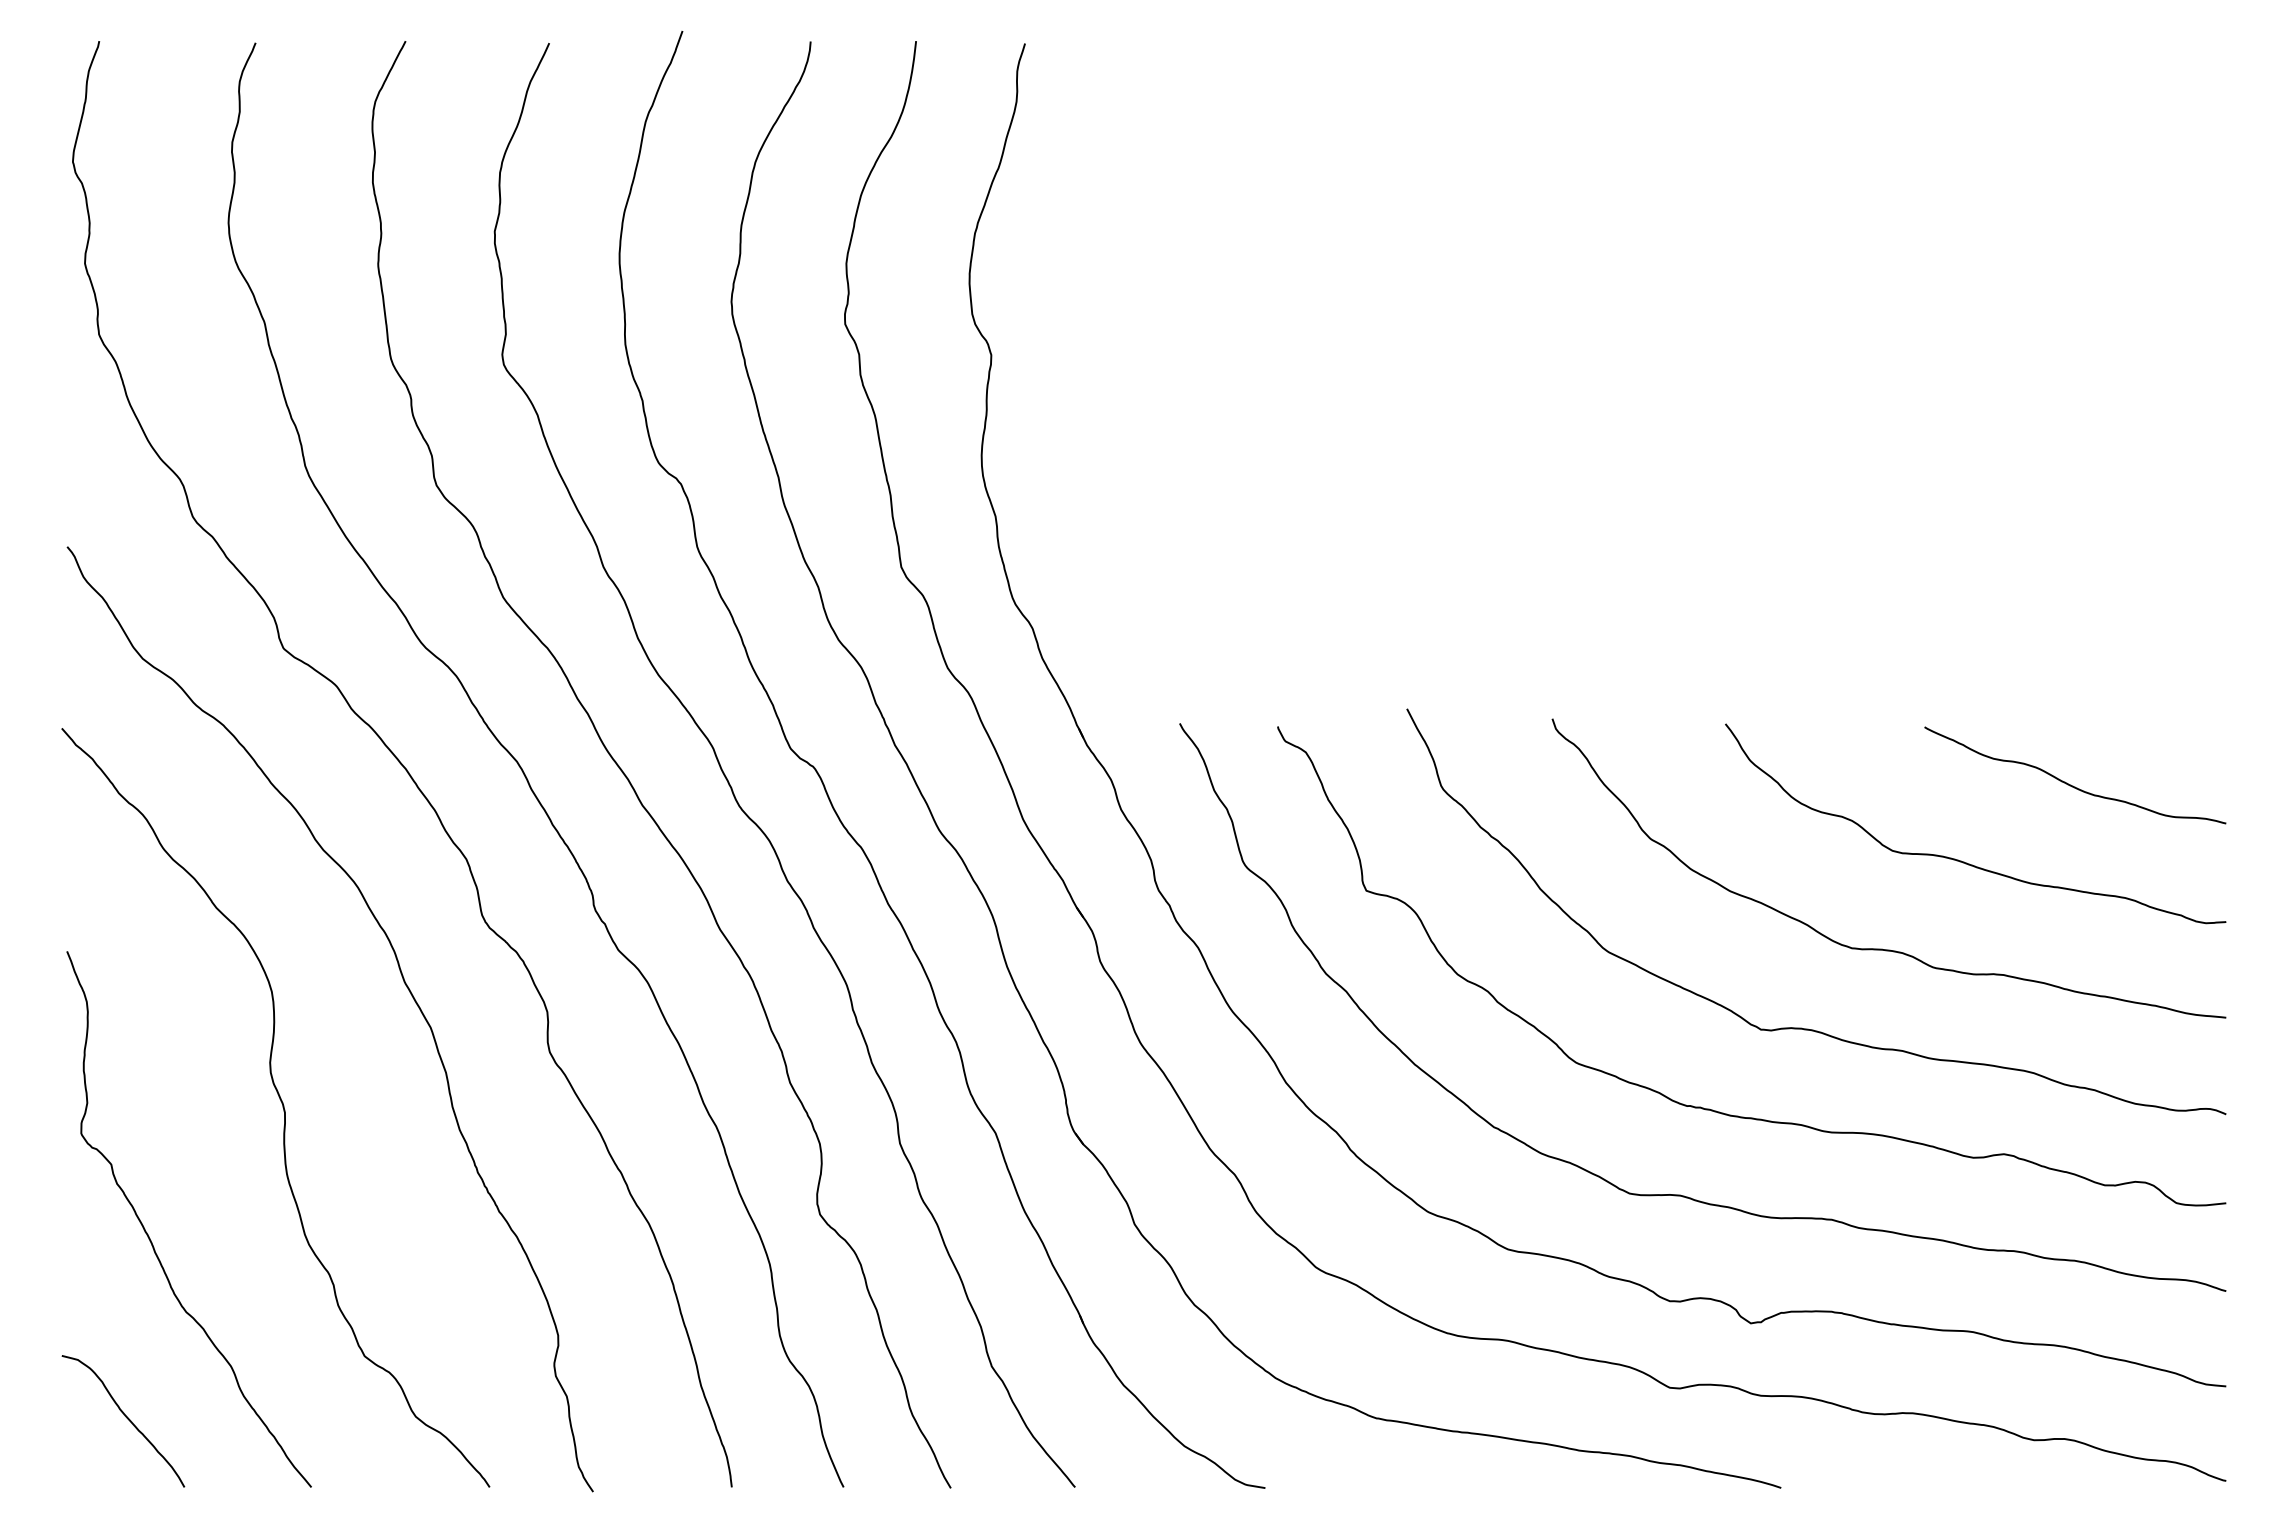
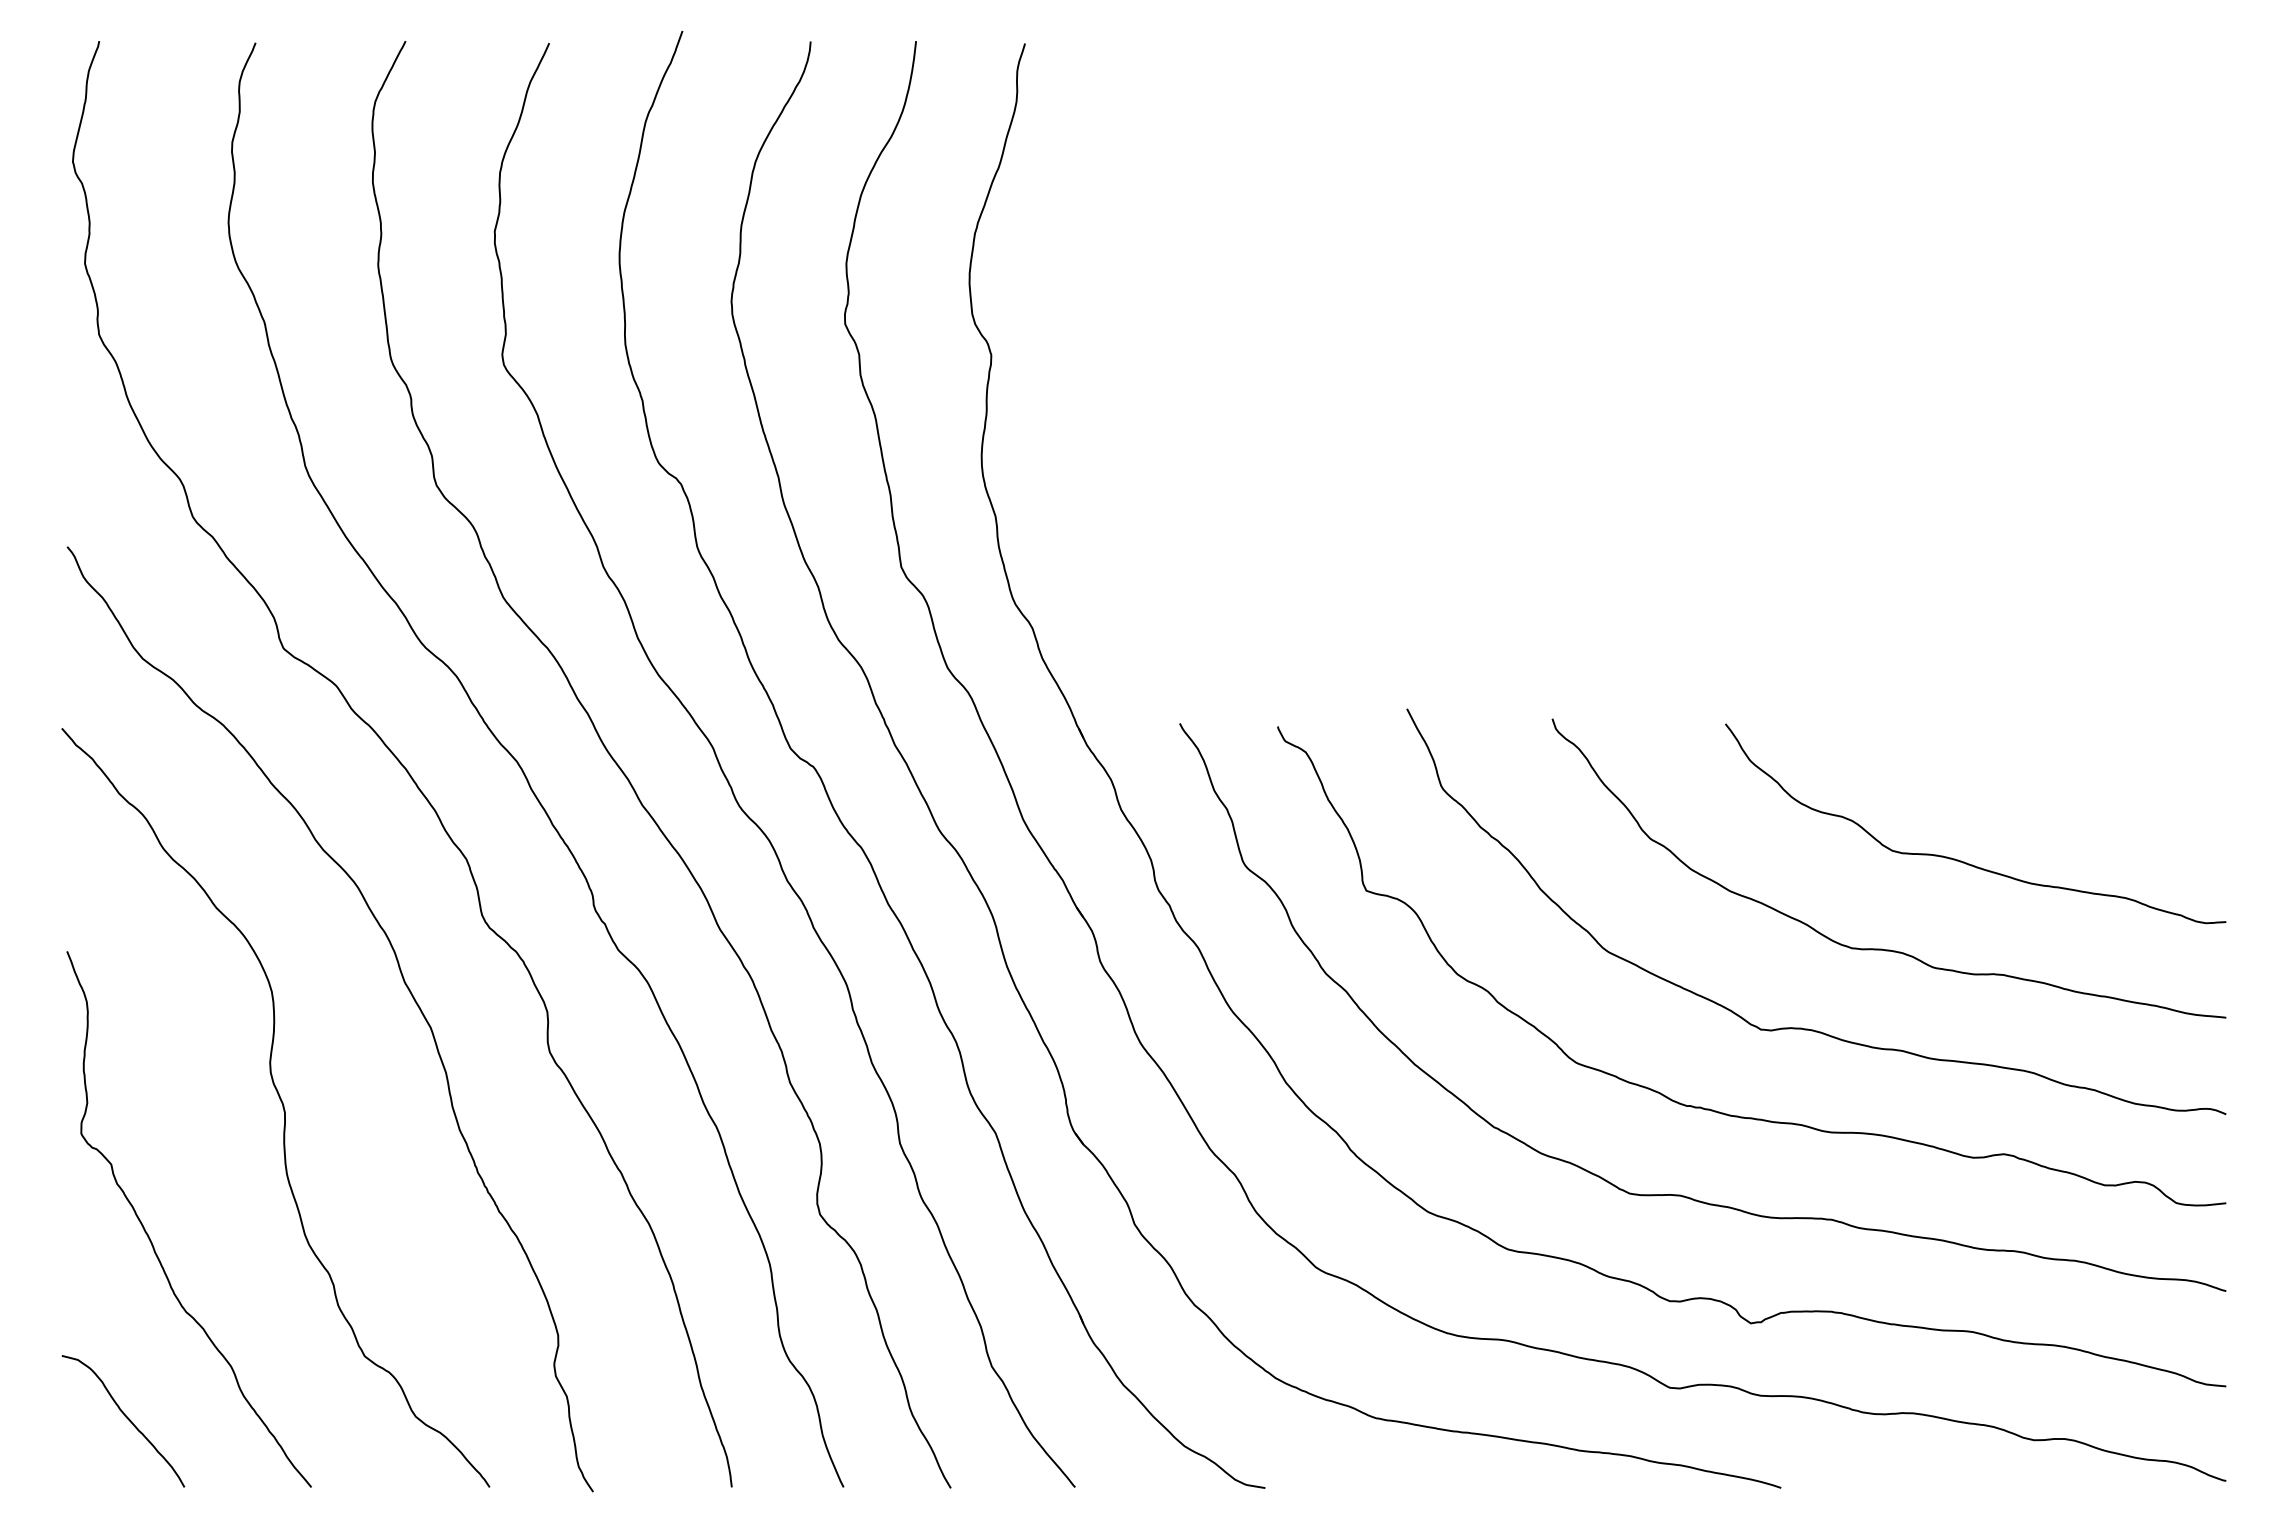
curve at (2073, 785): present -> none
